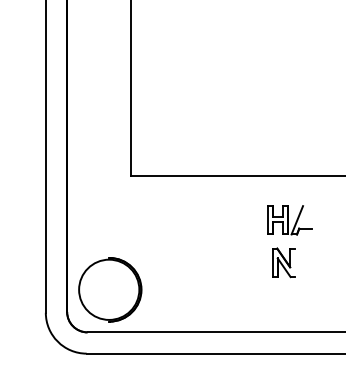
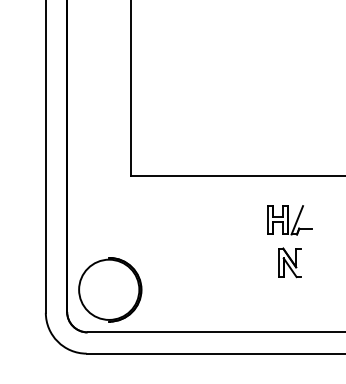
part at (283, 262) position: (283, 262) -> (289, 262)
